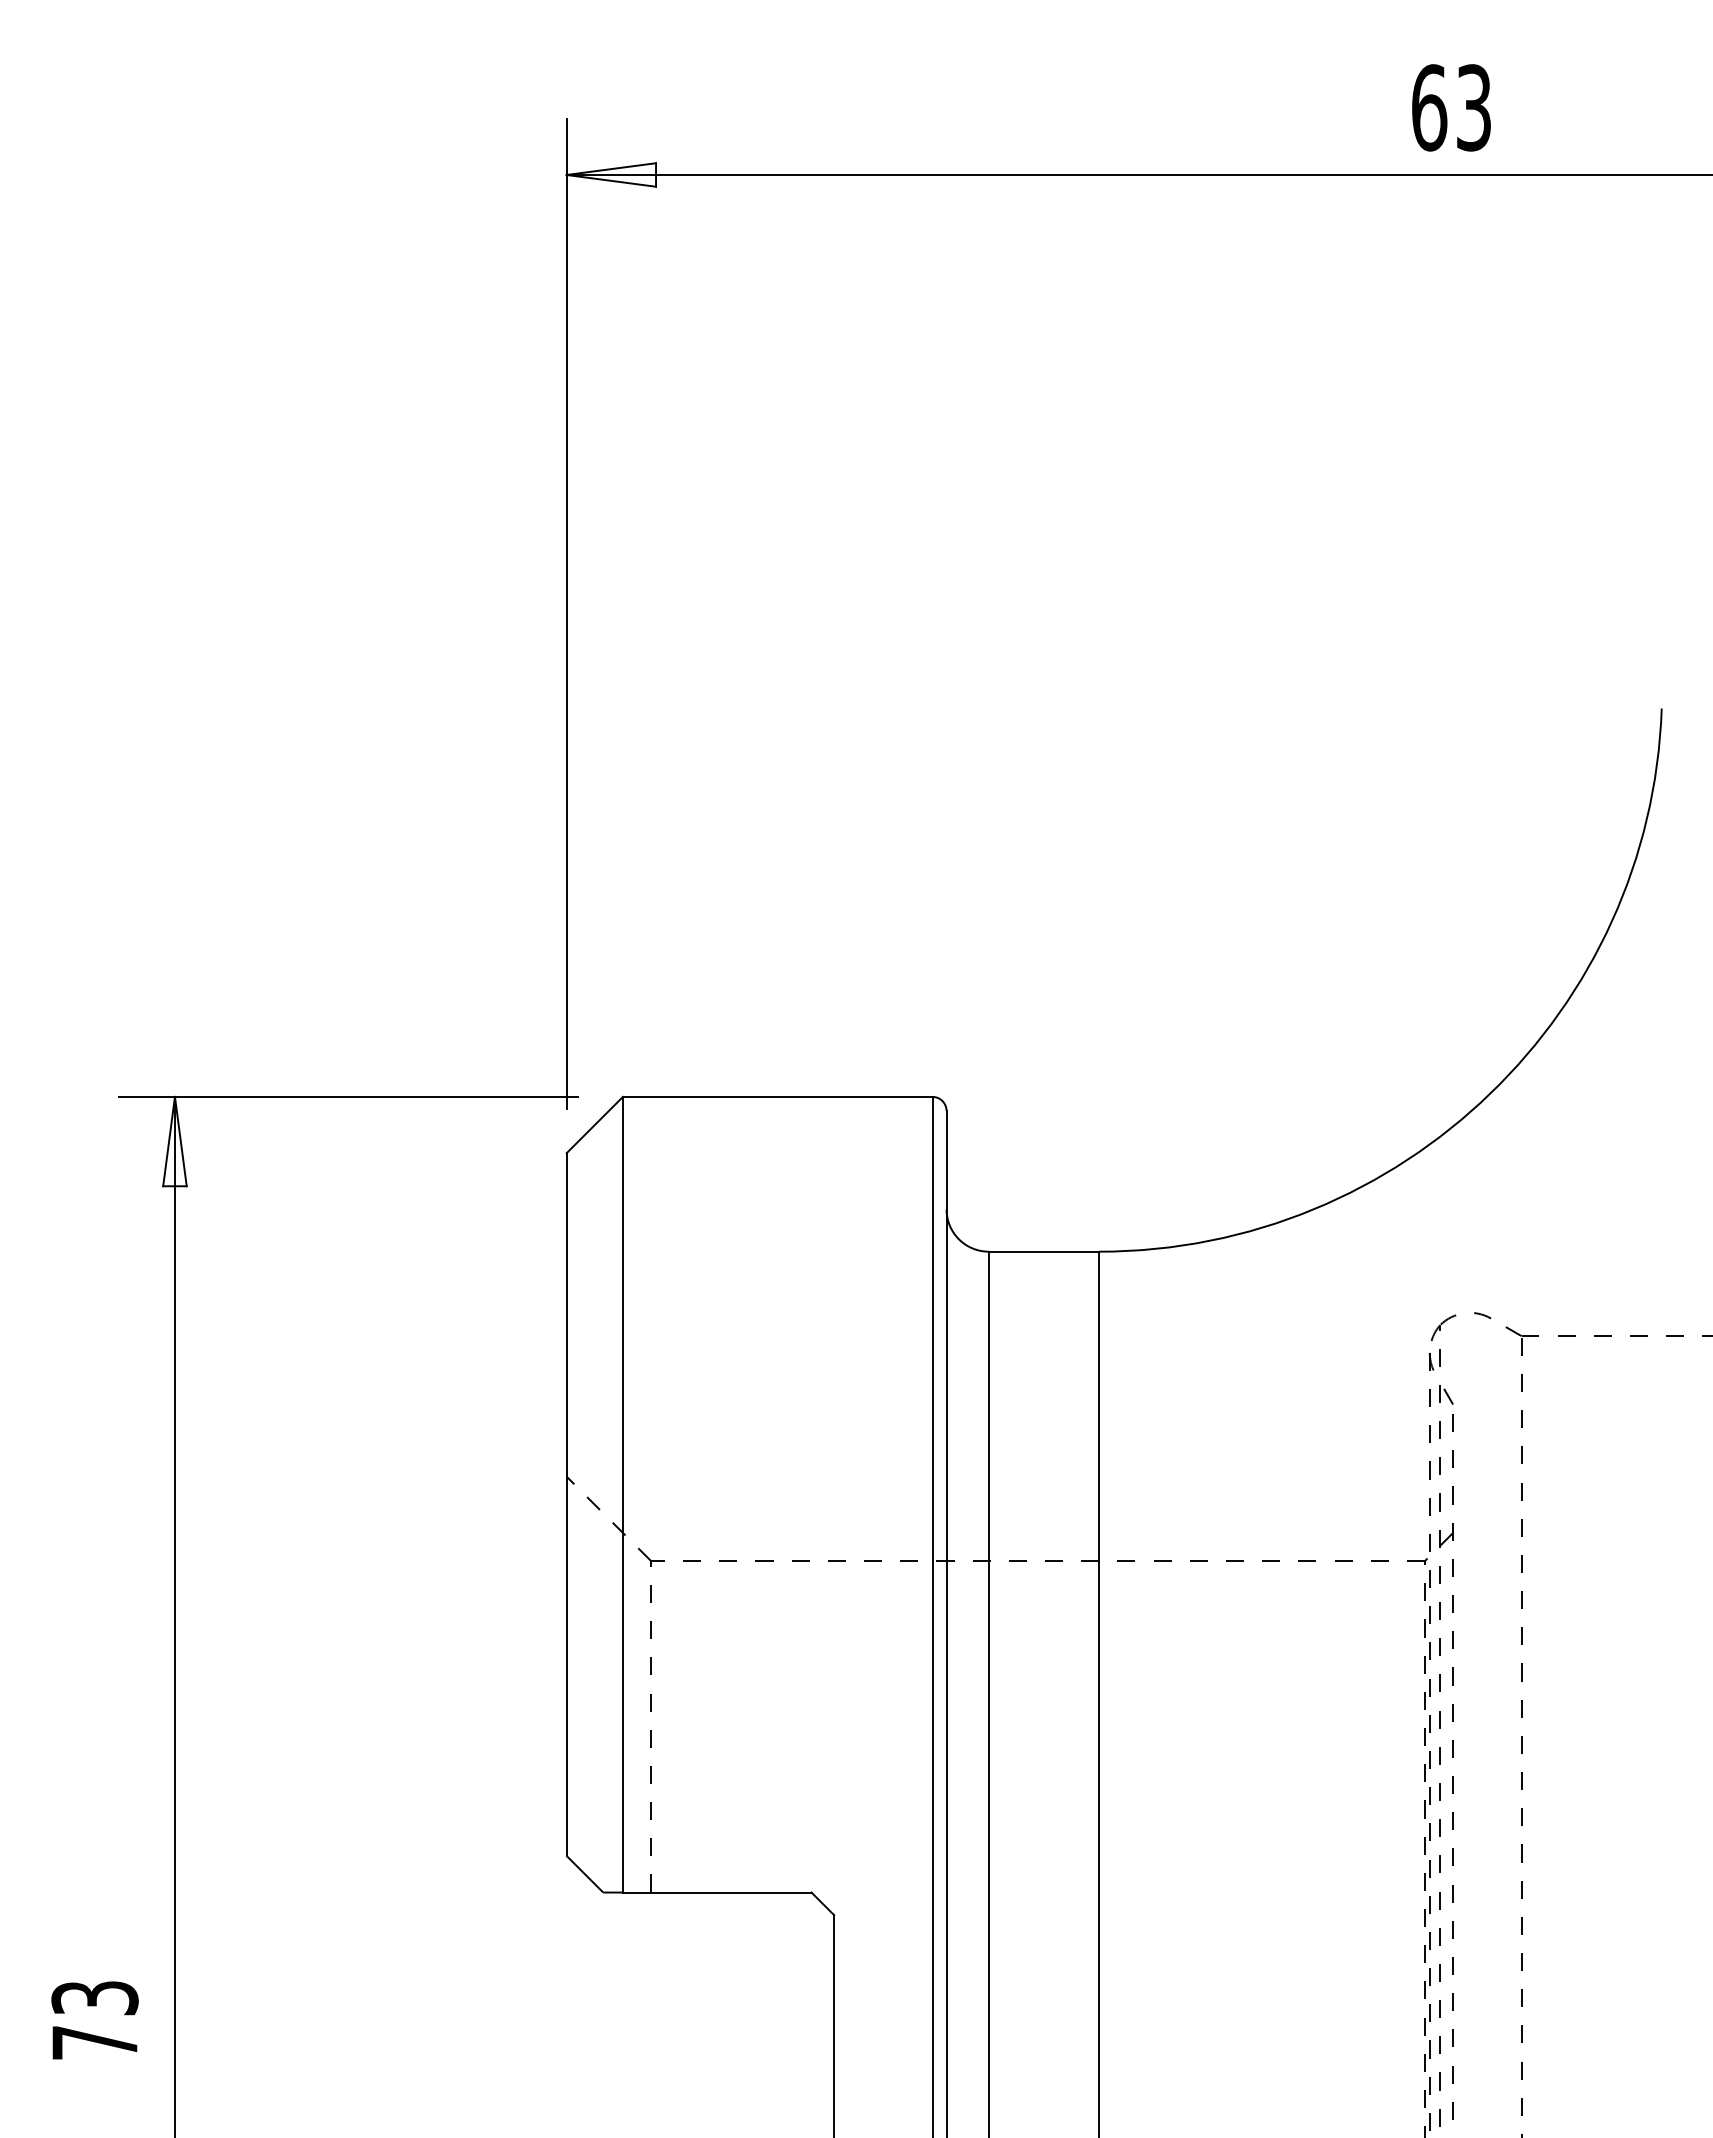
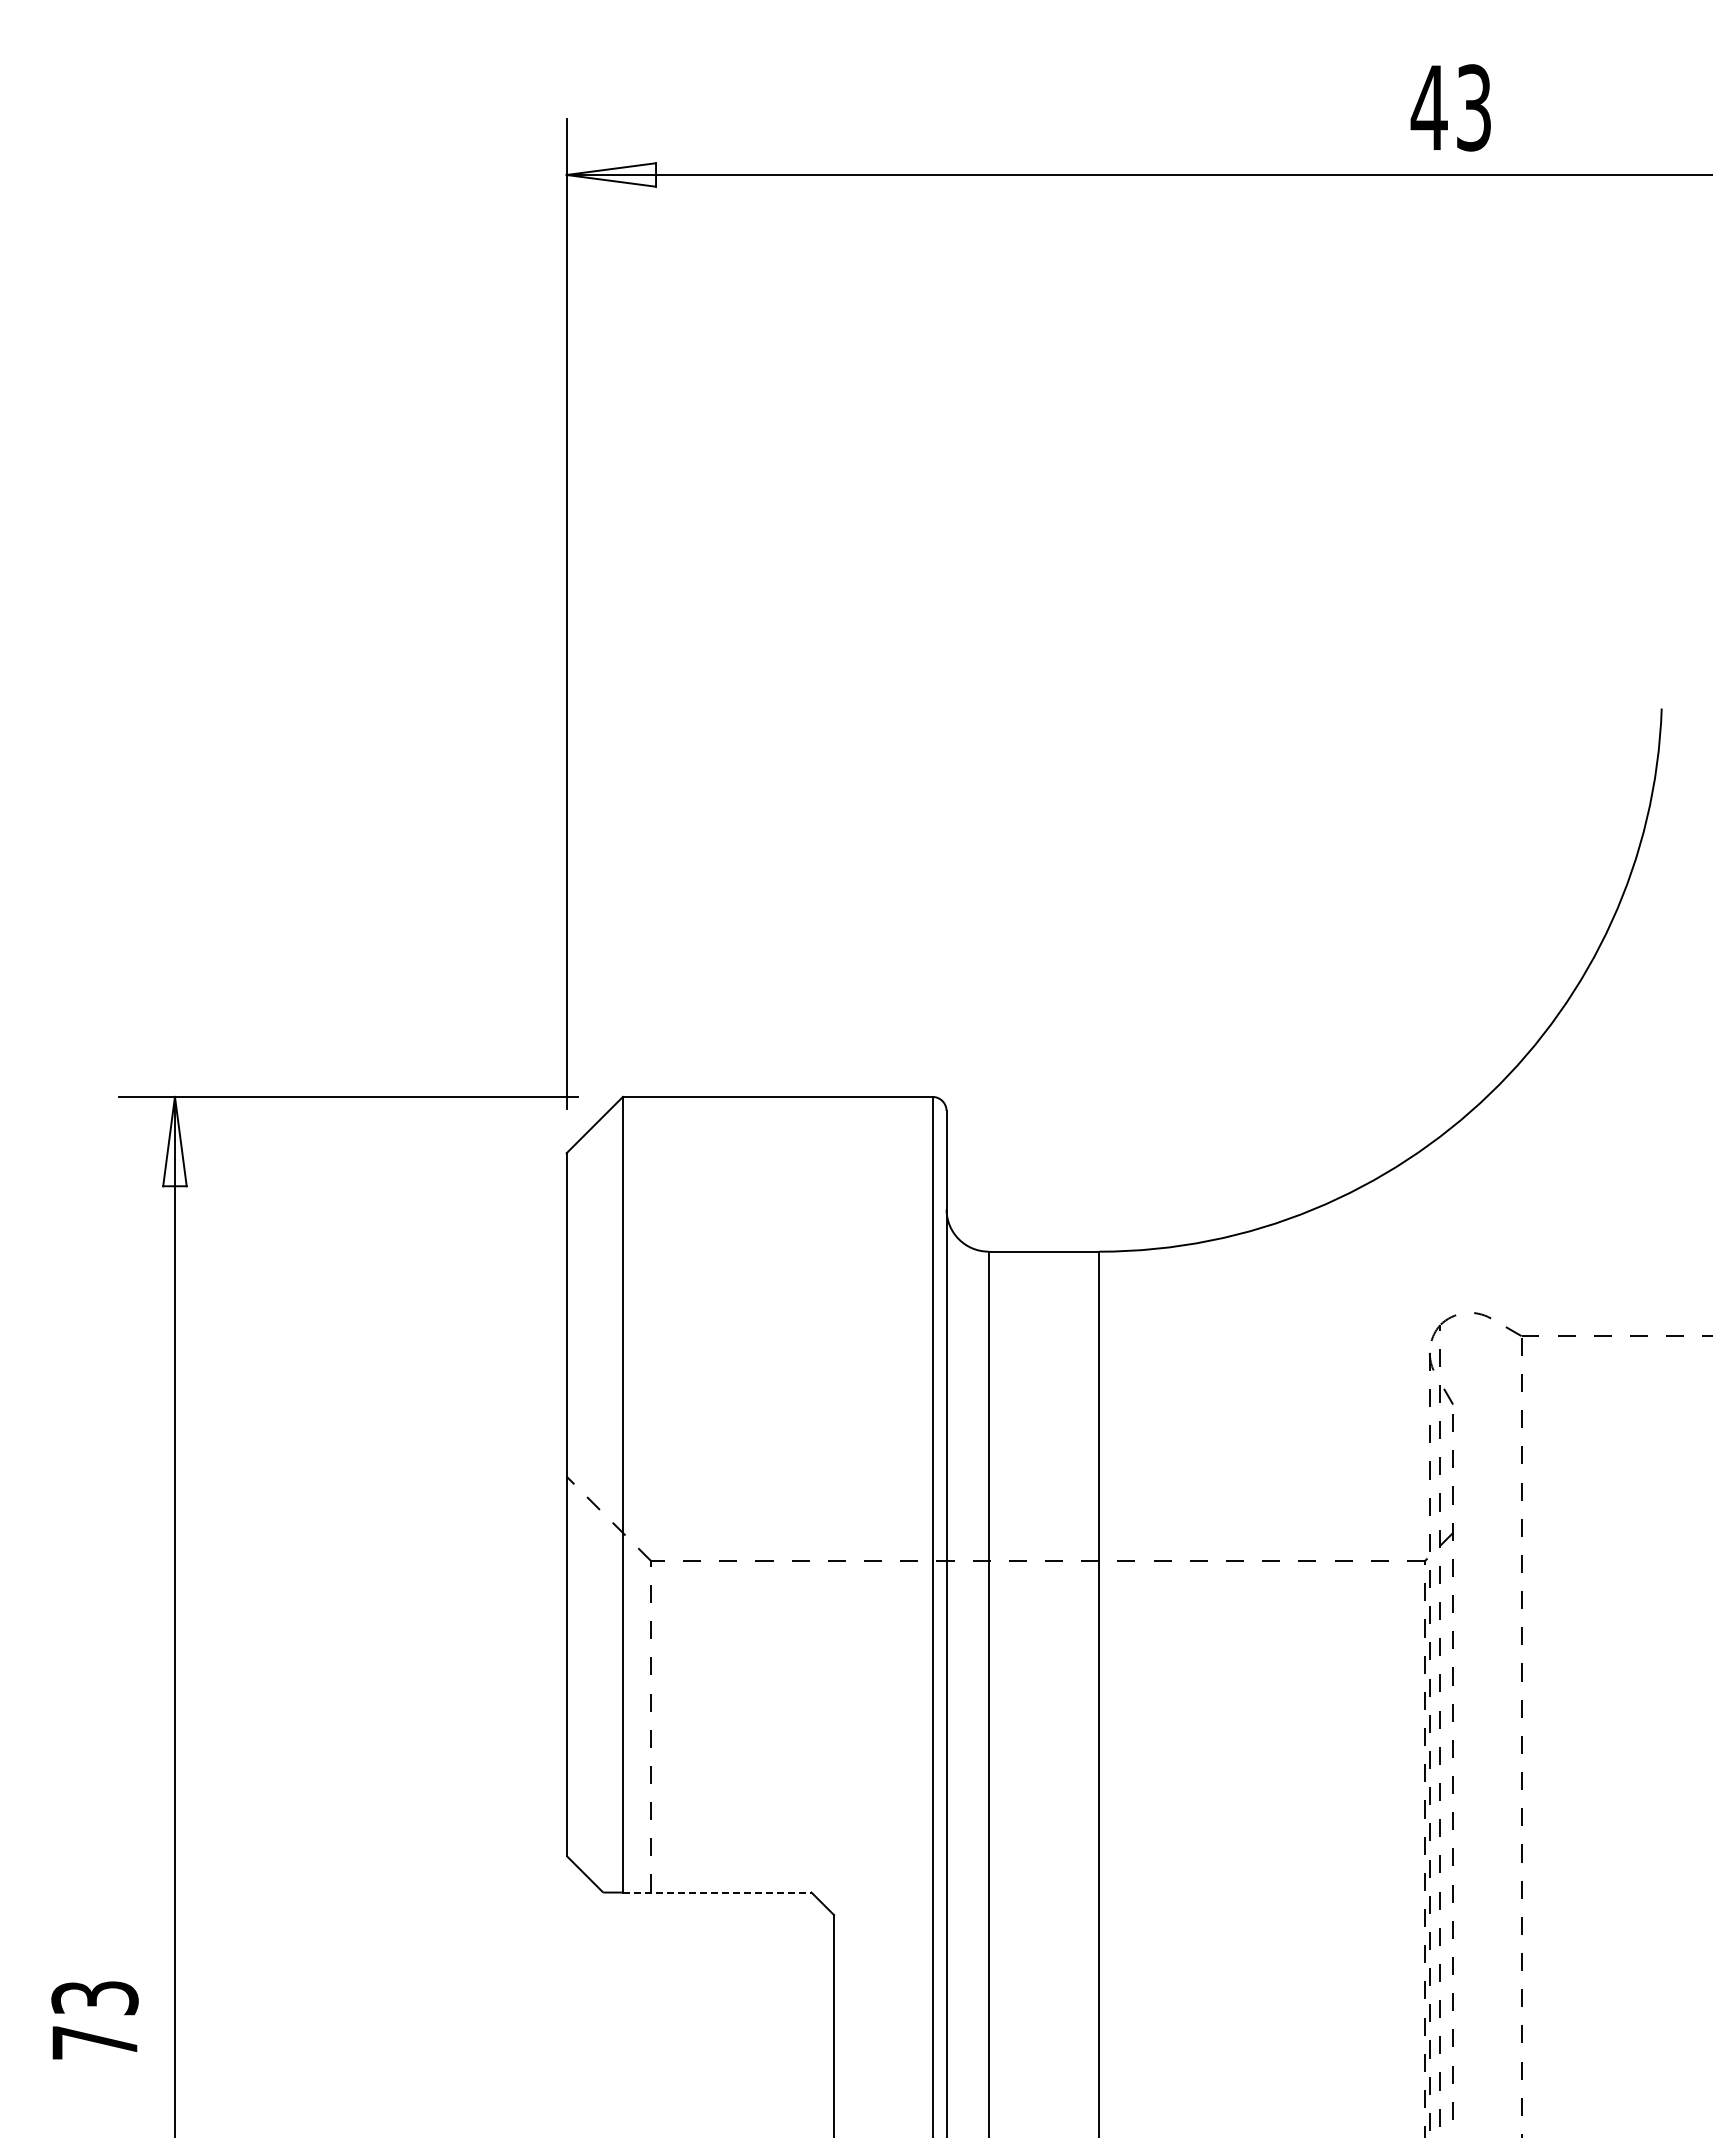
text at (1428, 107): 63 -> 43
line at (717, 1892): solid -> dashed
